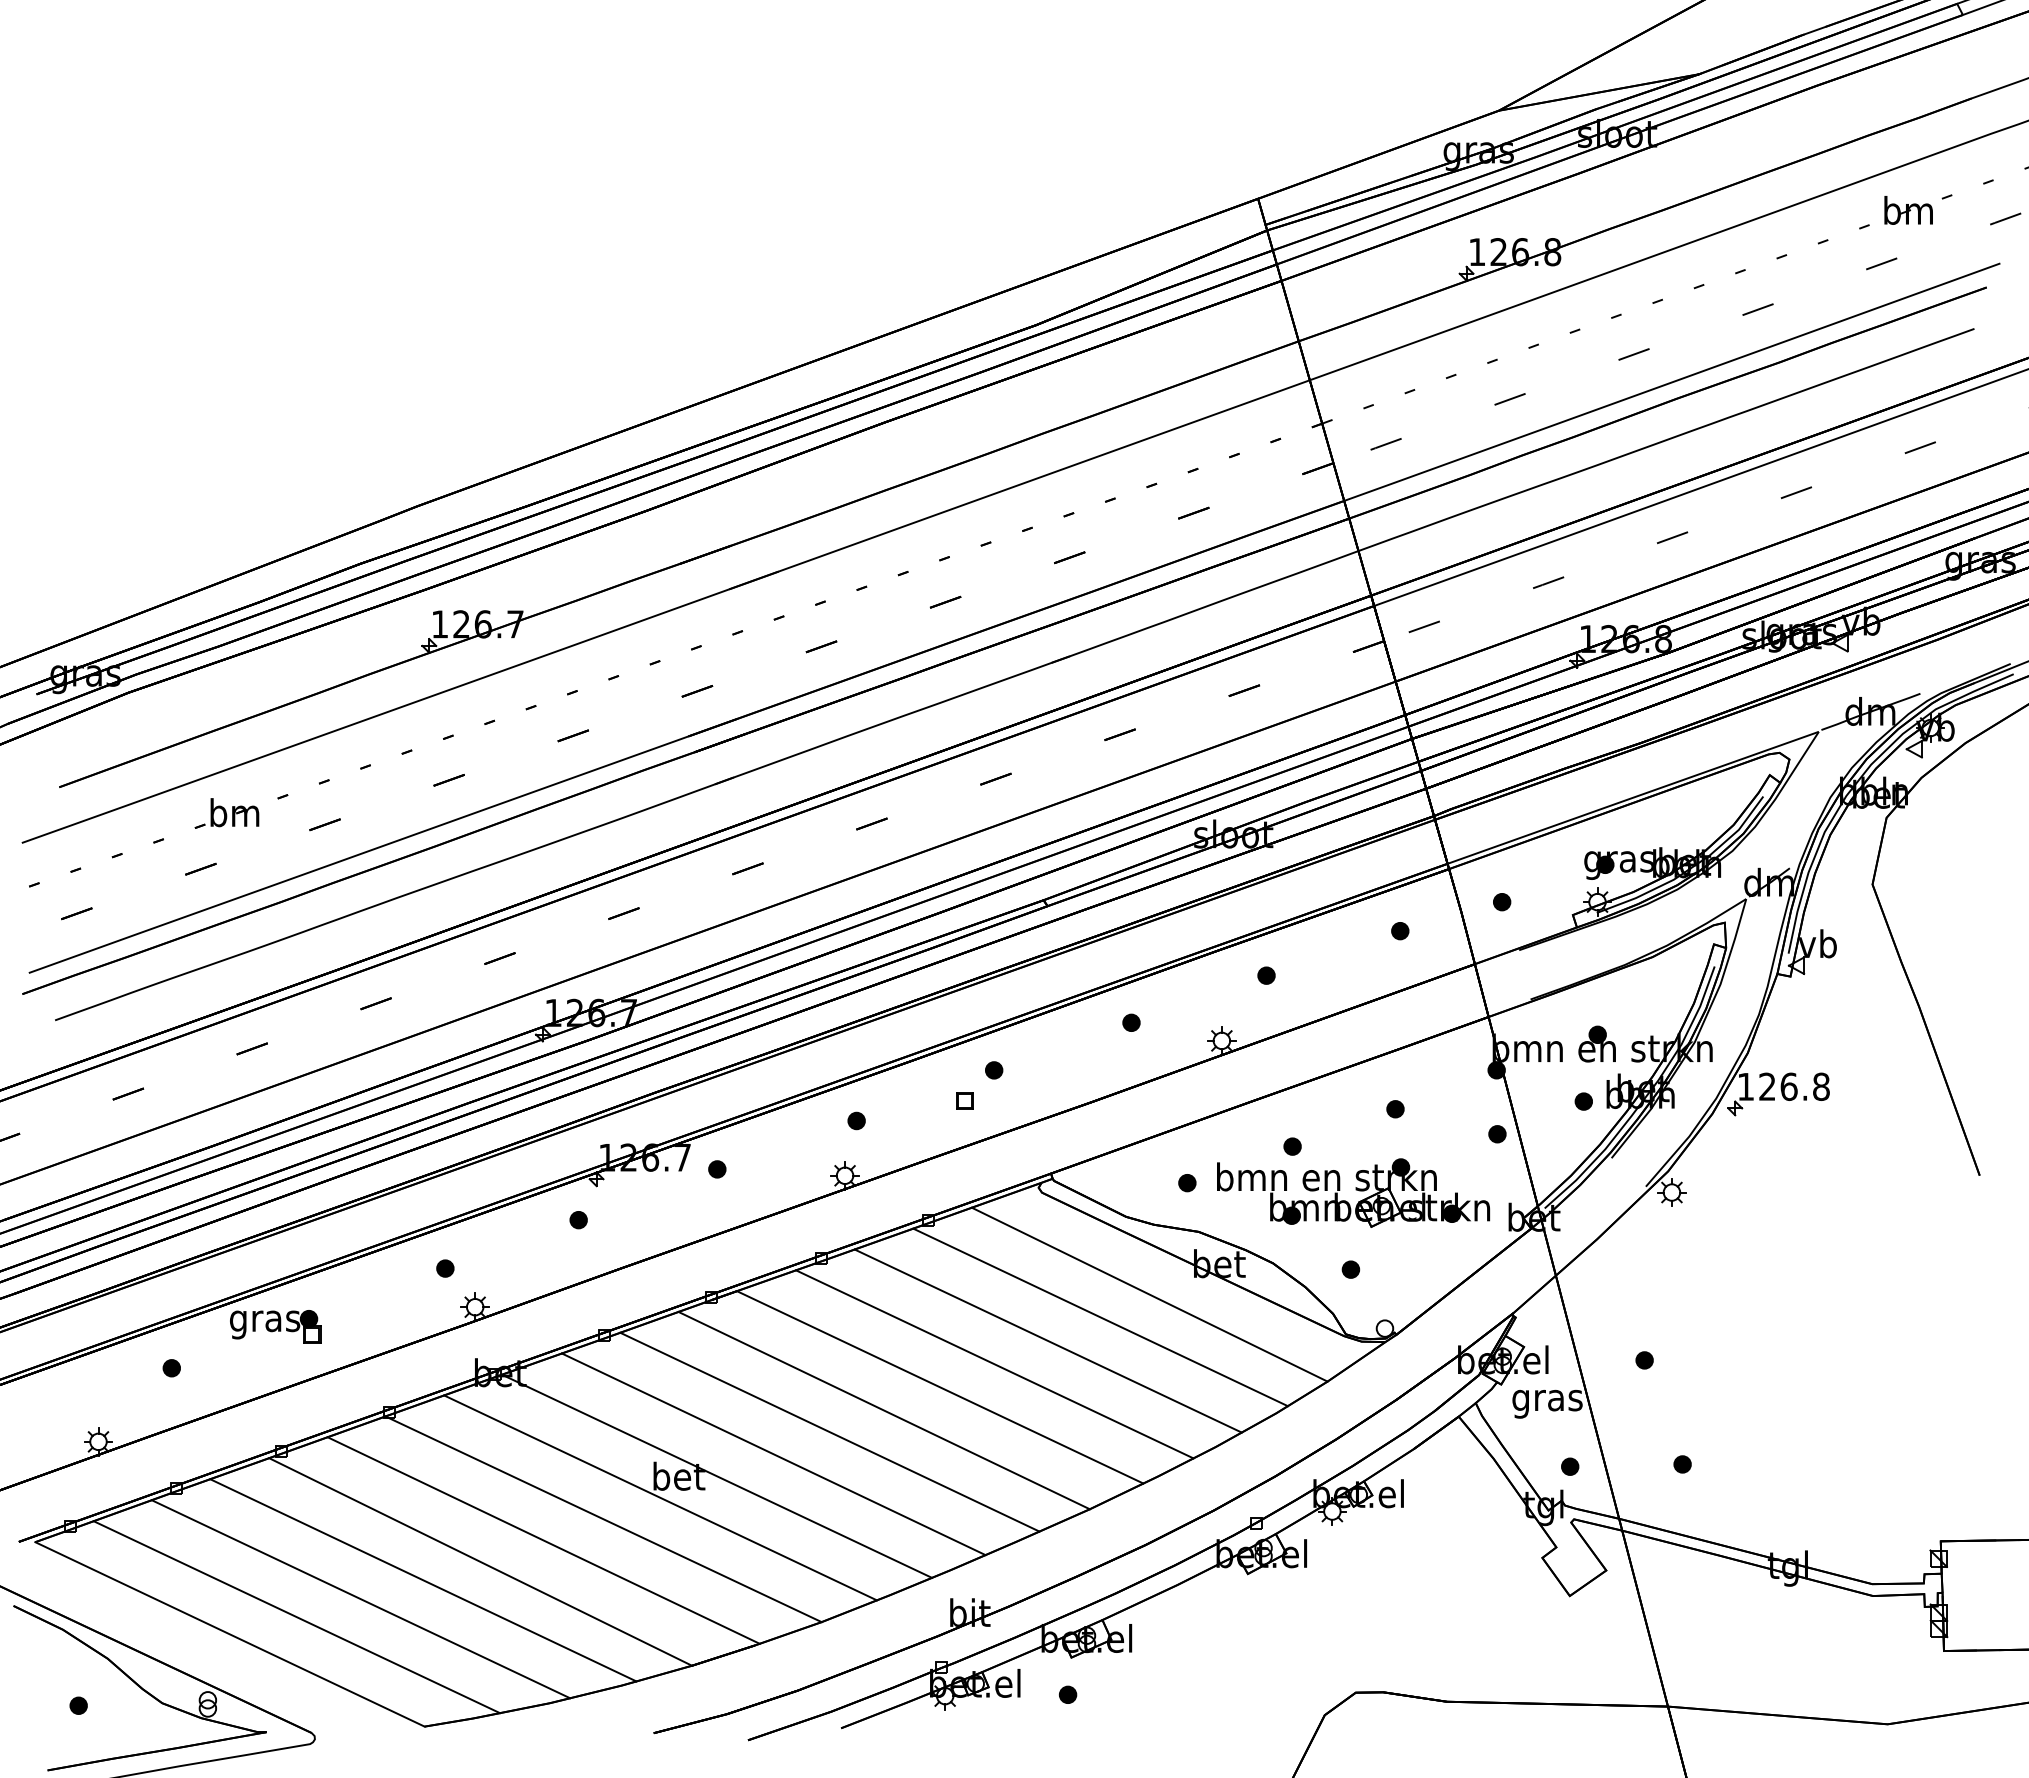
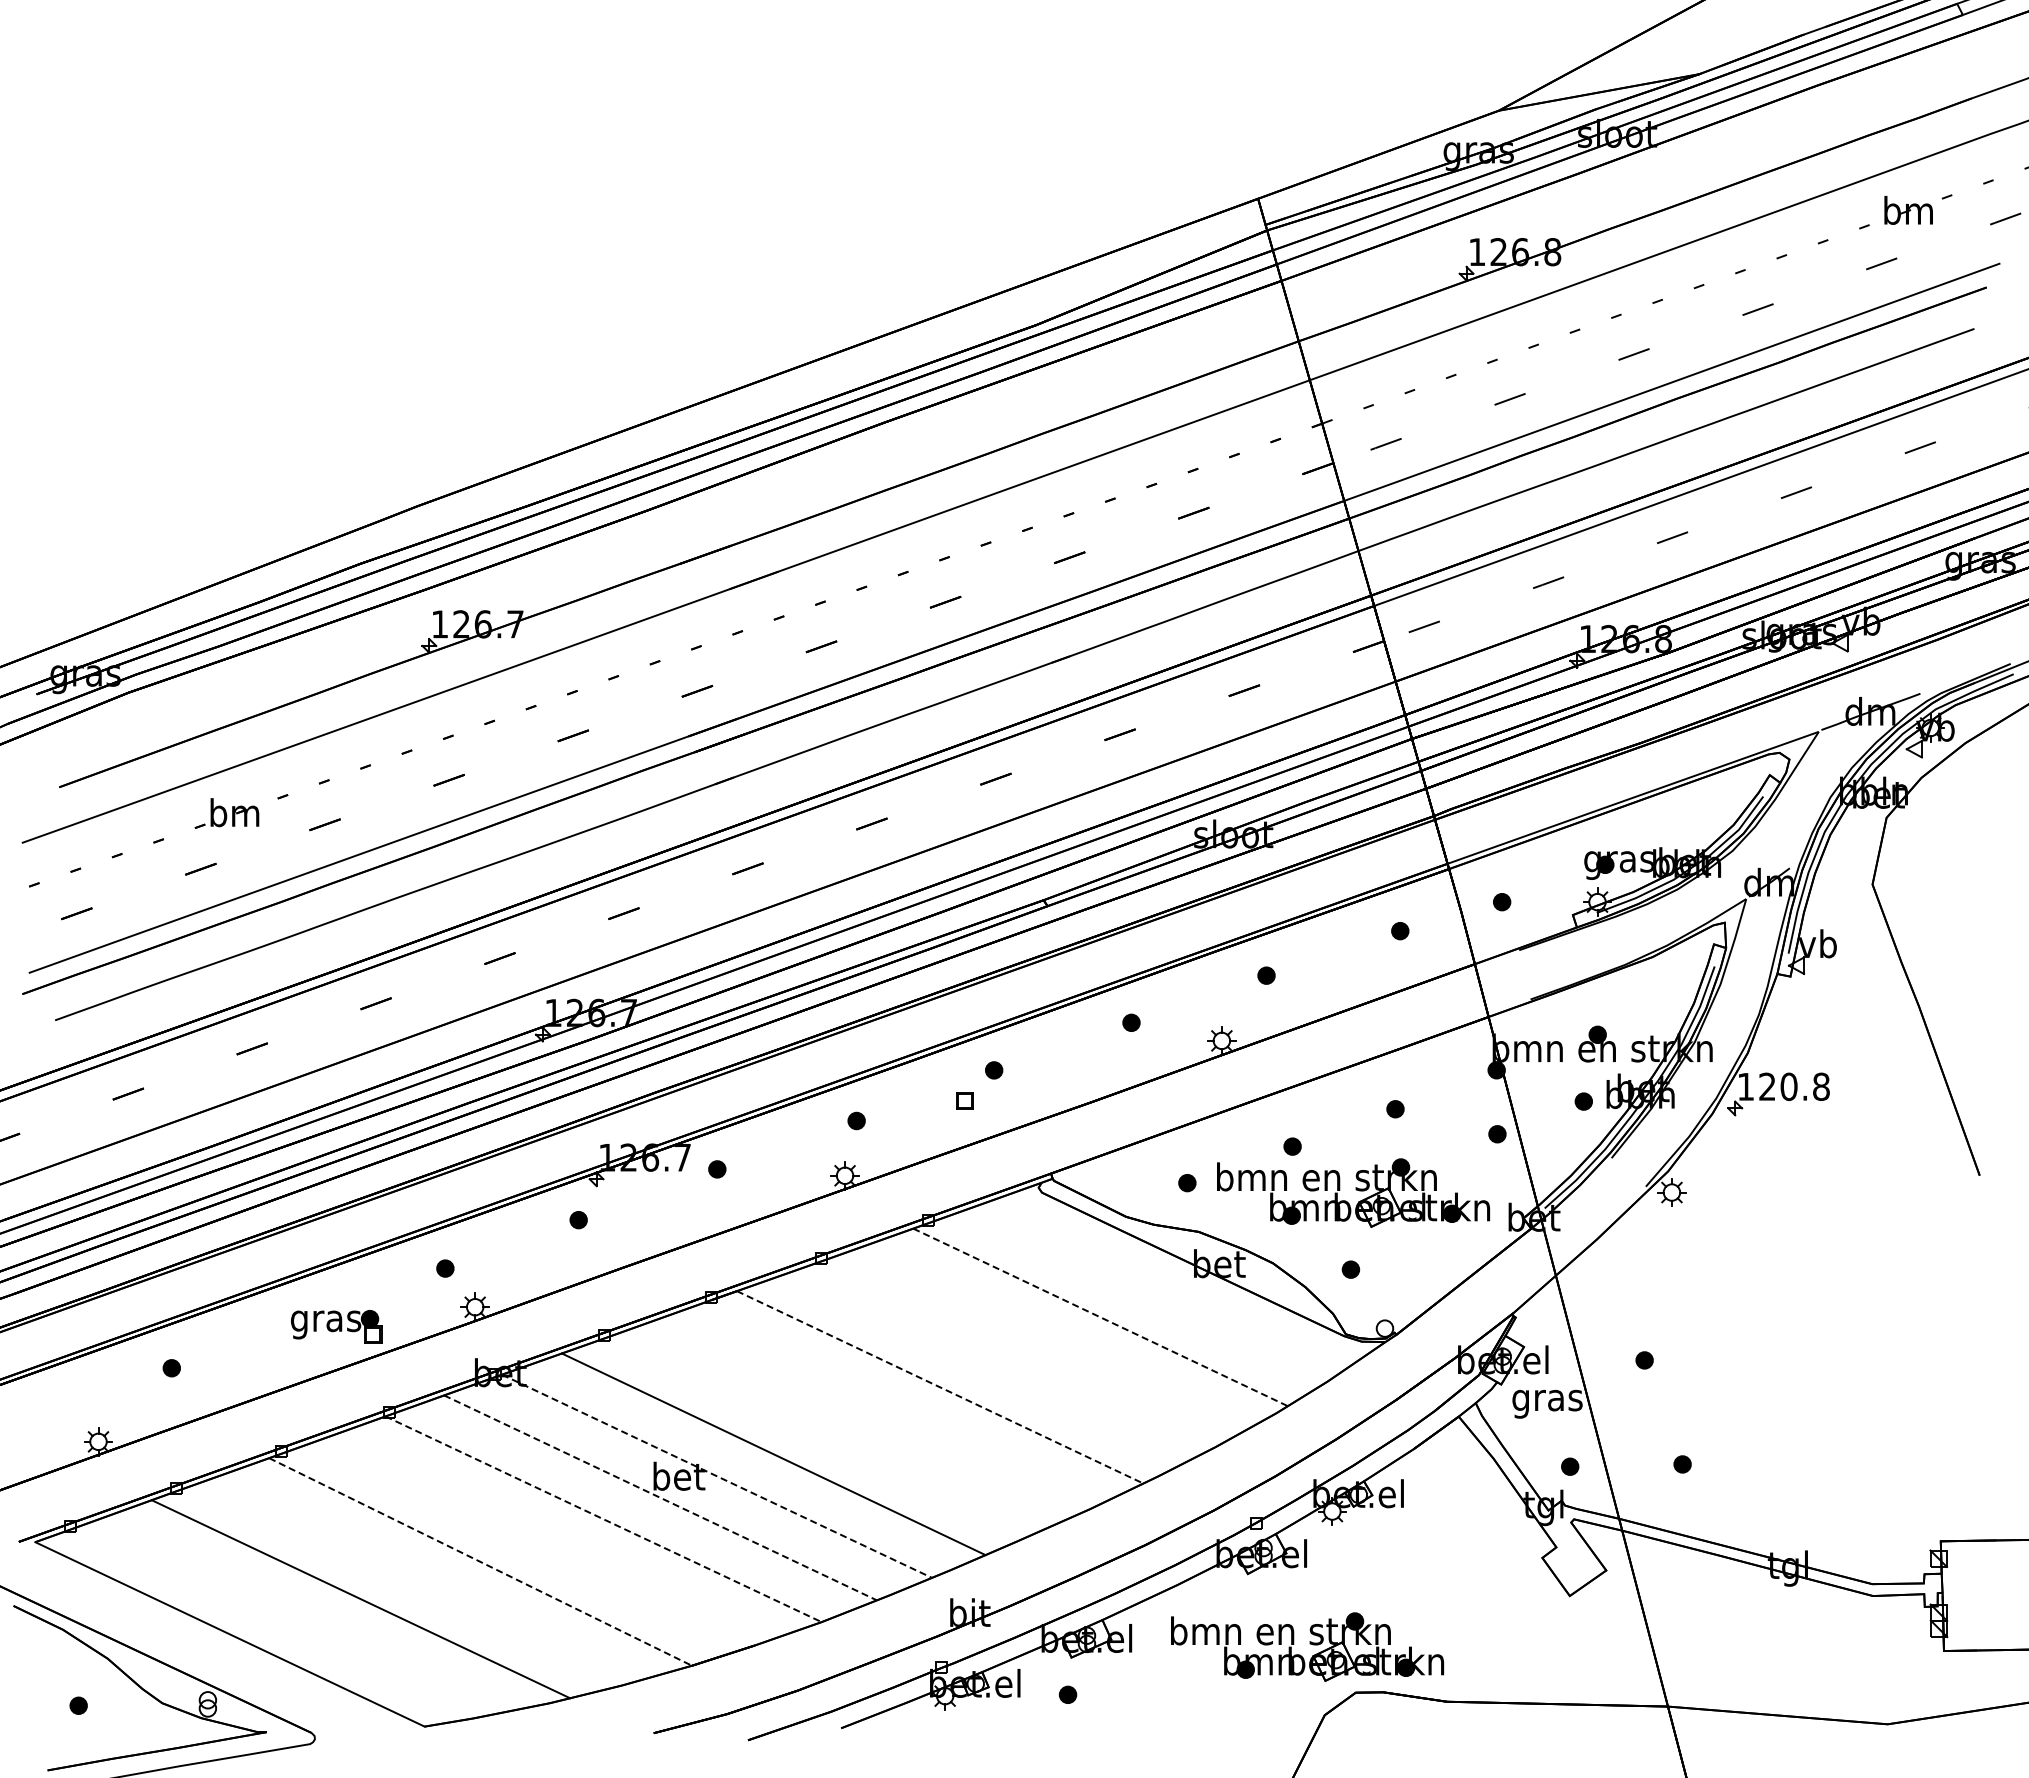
text at (1788, 1086): 126.8 -> 120.8
line at (1149, 1294): present -> none
line at (1101, 1317): solid -> dashed
part at (275, 1326) position: (275, 1326) -> (336, 1326)
line at (1047, 1340): present -> none
line at (994, 1364): present -> none
line at (940, 1387): solid -> dashed
line at (883, 1410): present -> none
line at (829, 1431): present -> none
line at (717, 1476): solid -> dashed
line at (661, 1498): solid -> dashed
line at (604, 1519): solid -> dashed
line at (543, 1540): present -> none
line at (480, 1561): solid -> dashed
line at (423, 1580): present -> none
line at (296, 1617): present -> none
part at (1307, 1646): none -> present
